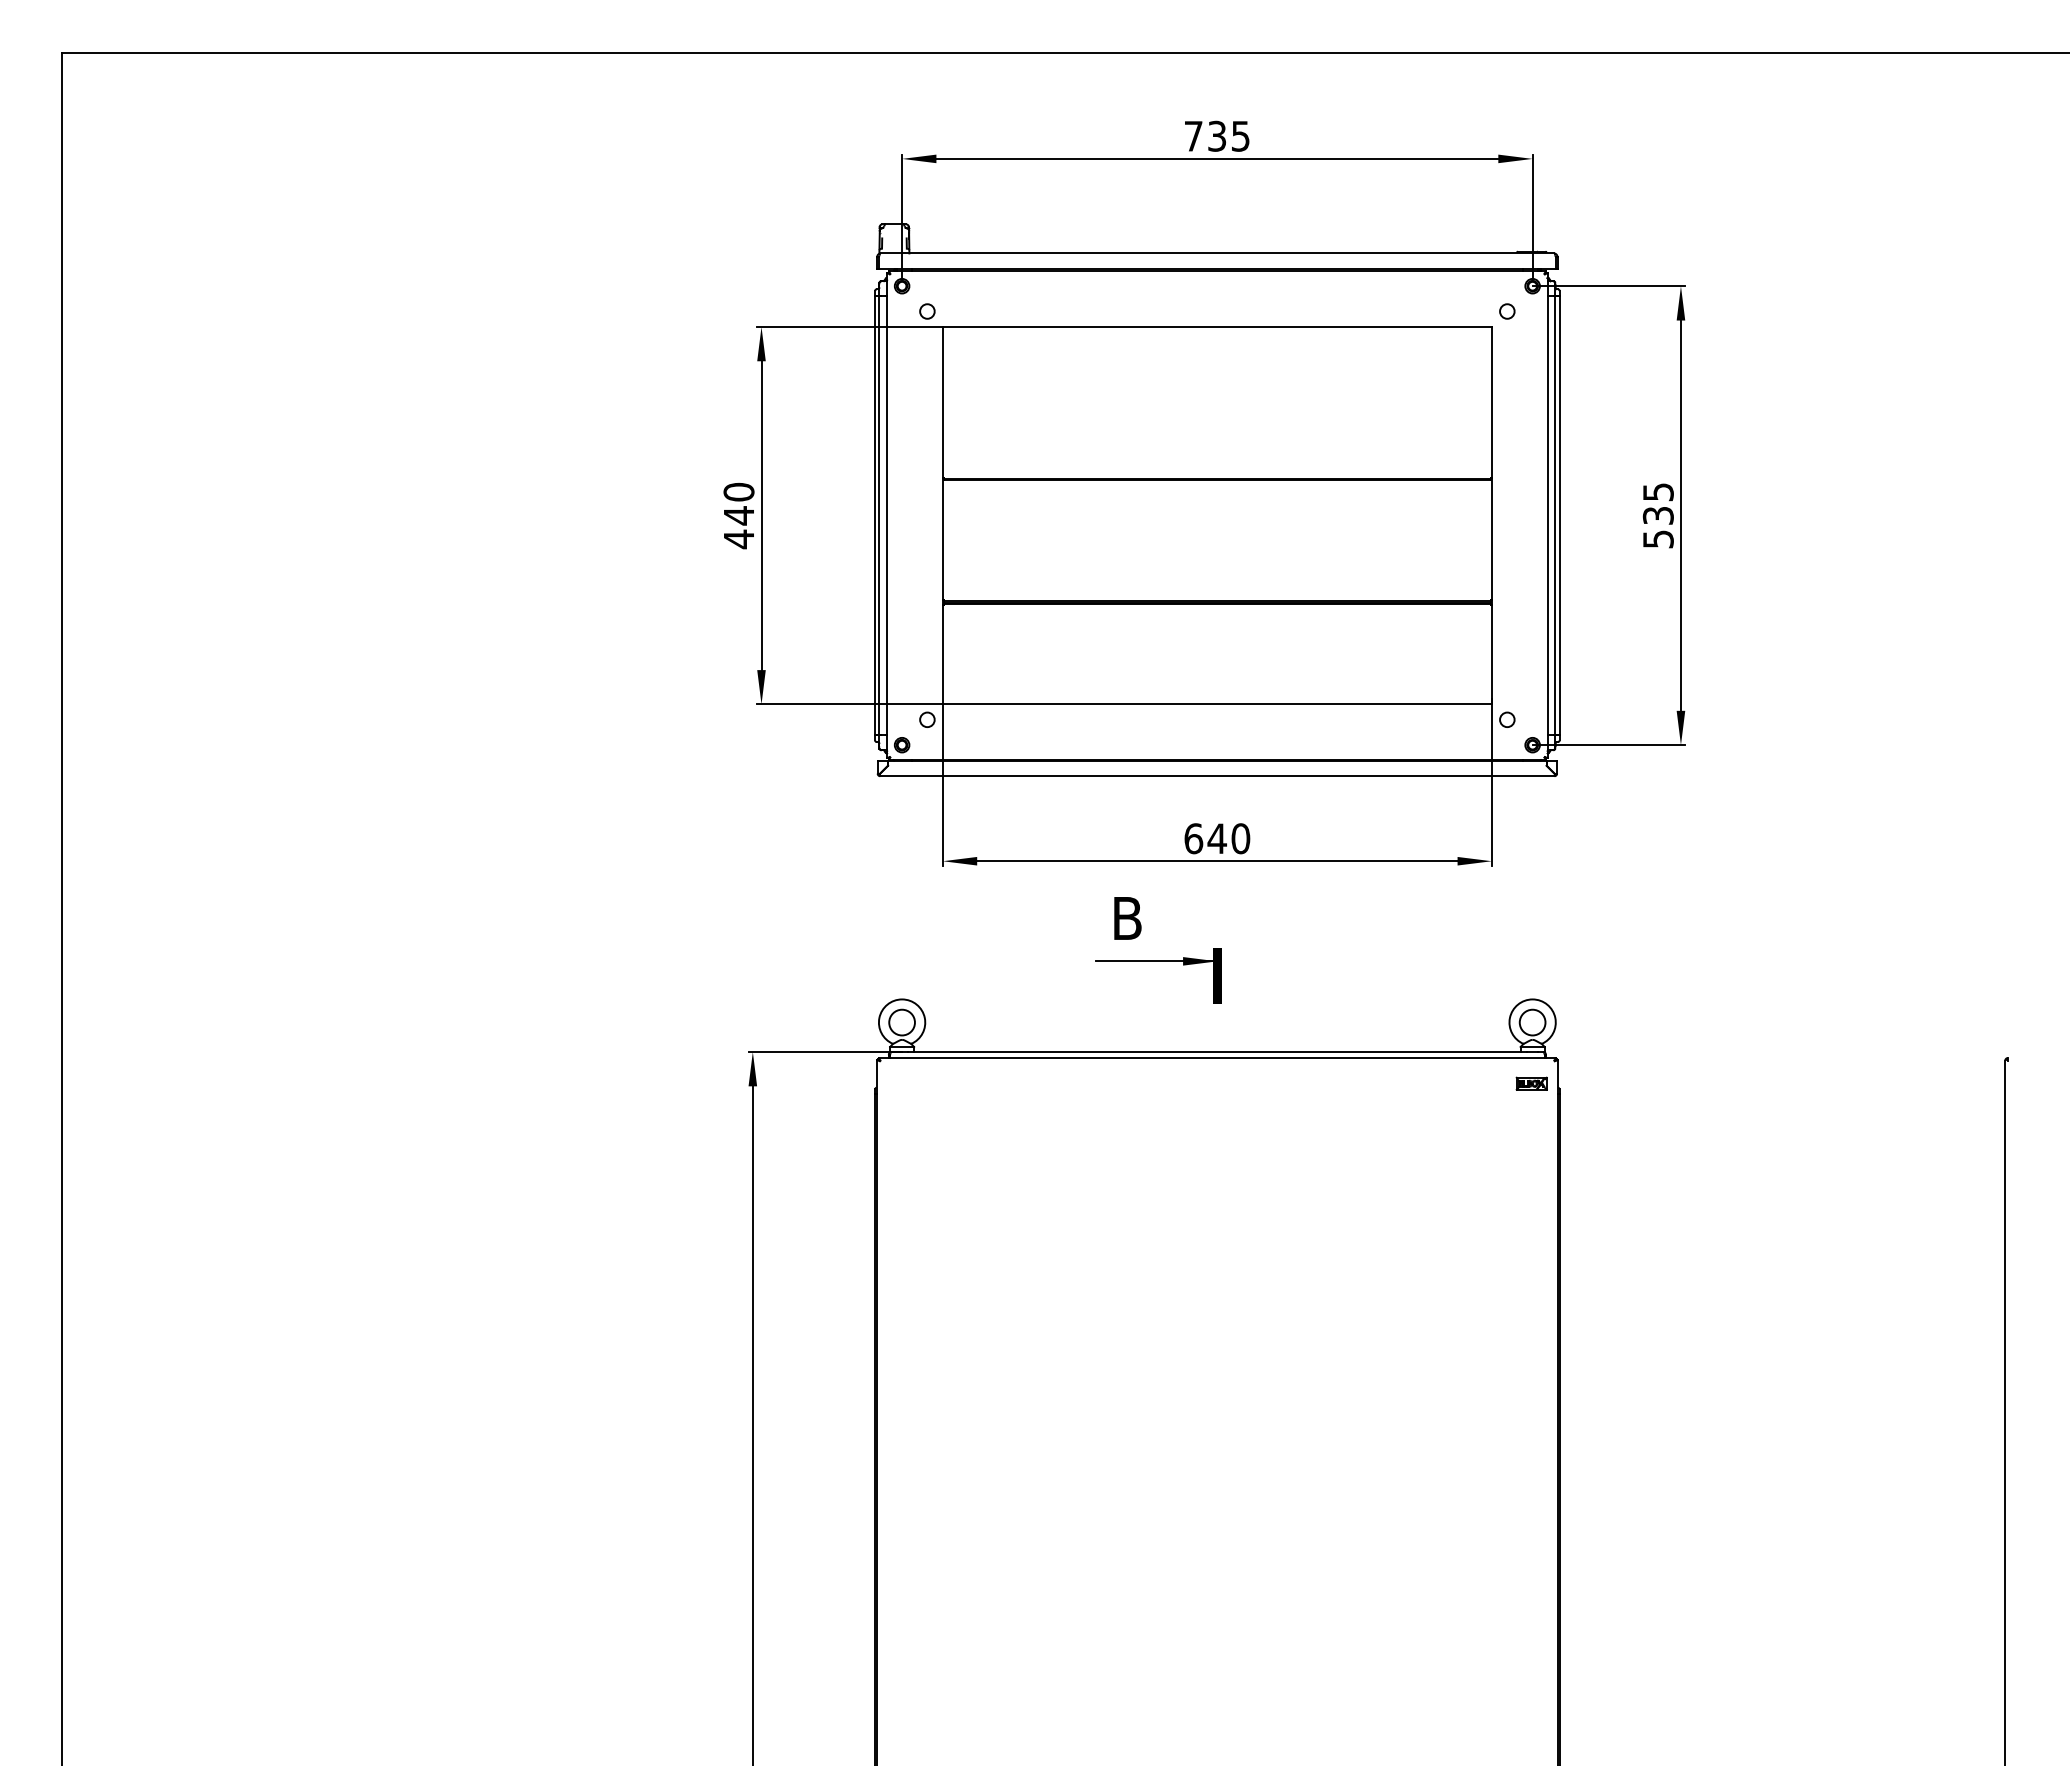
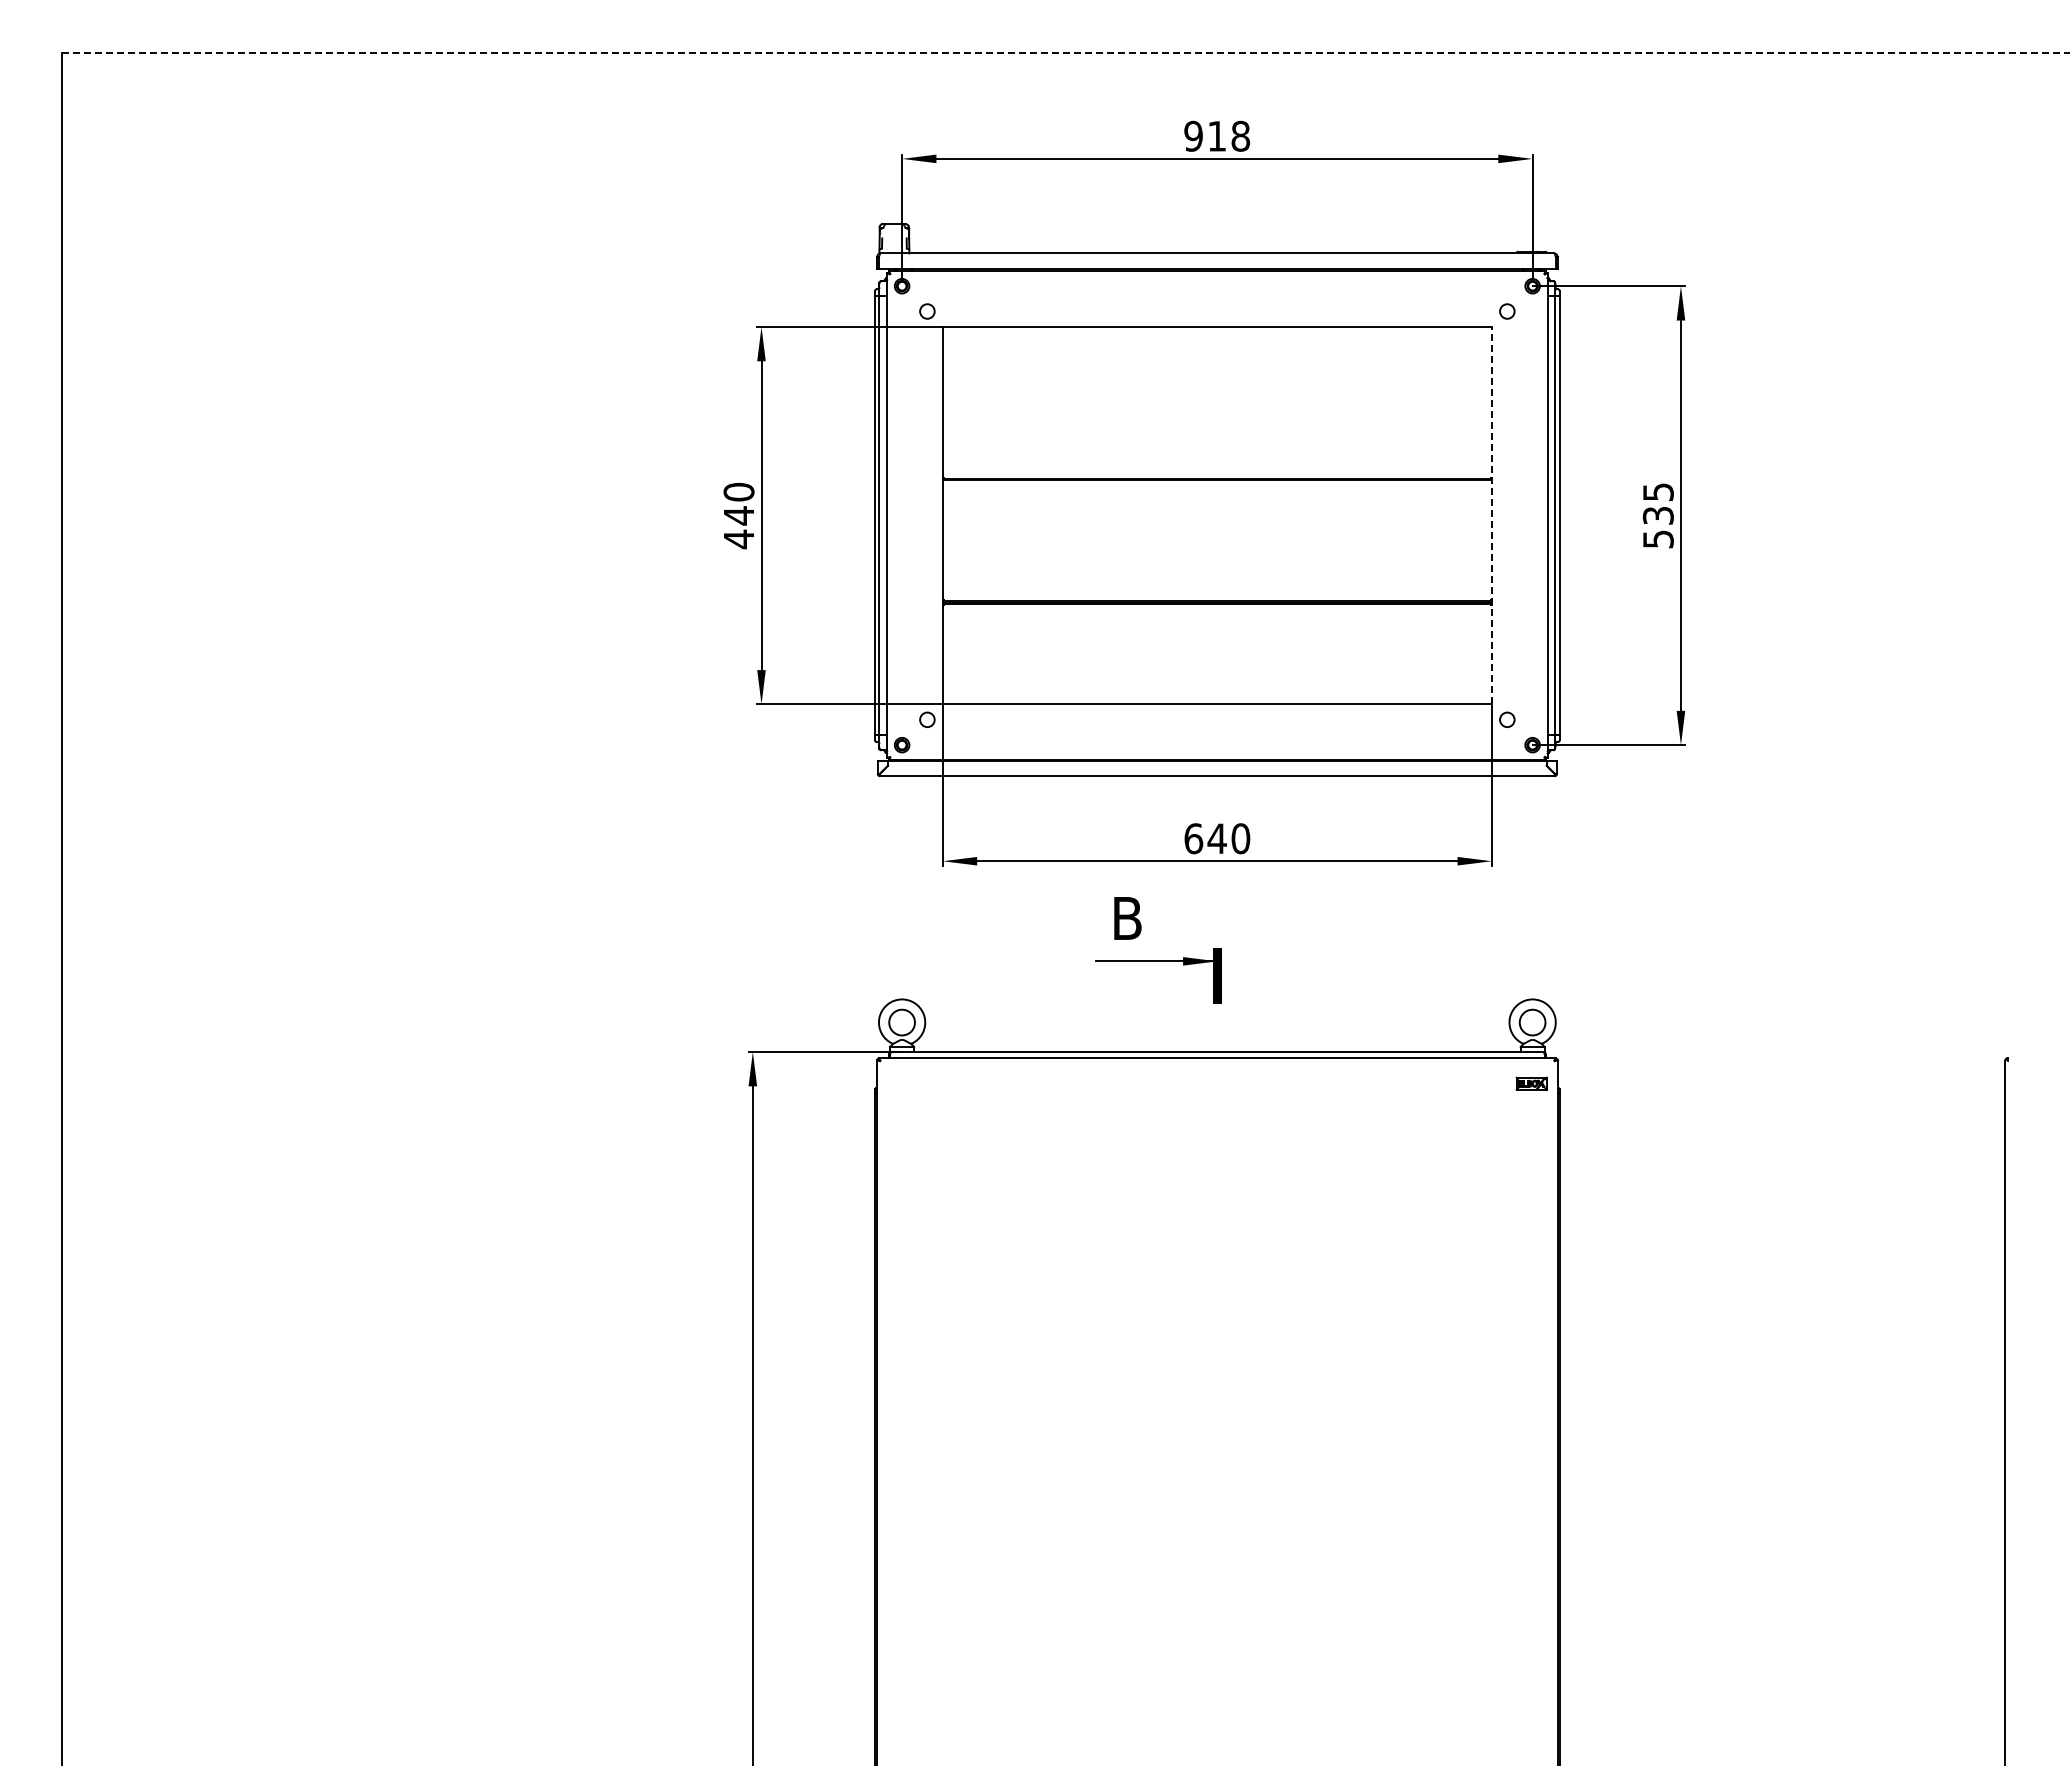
line at (1066, 52): solid -> dashed
text at (1217, 135): 735 -> 918
line at (1491, 515): solid -> dashed
